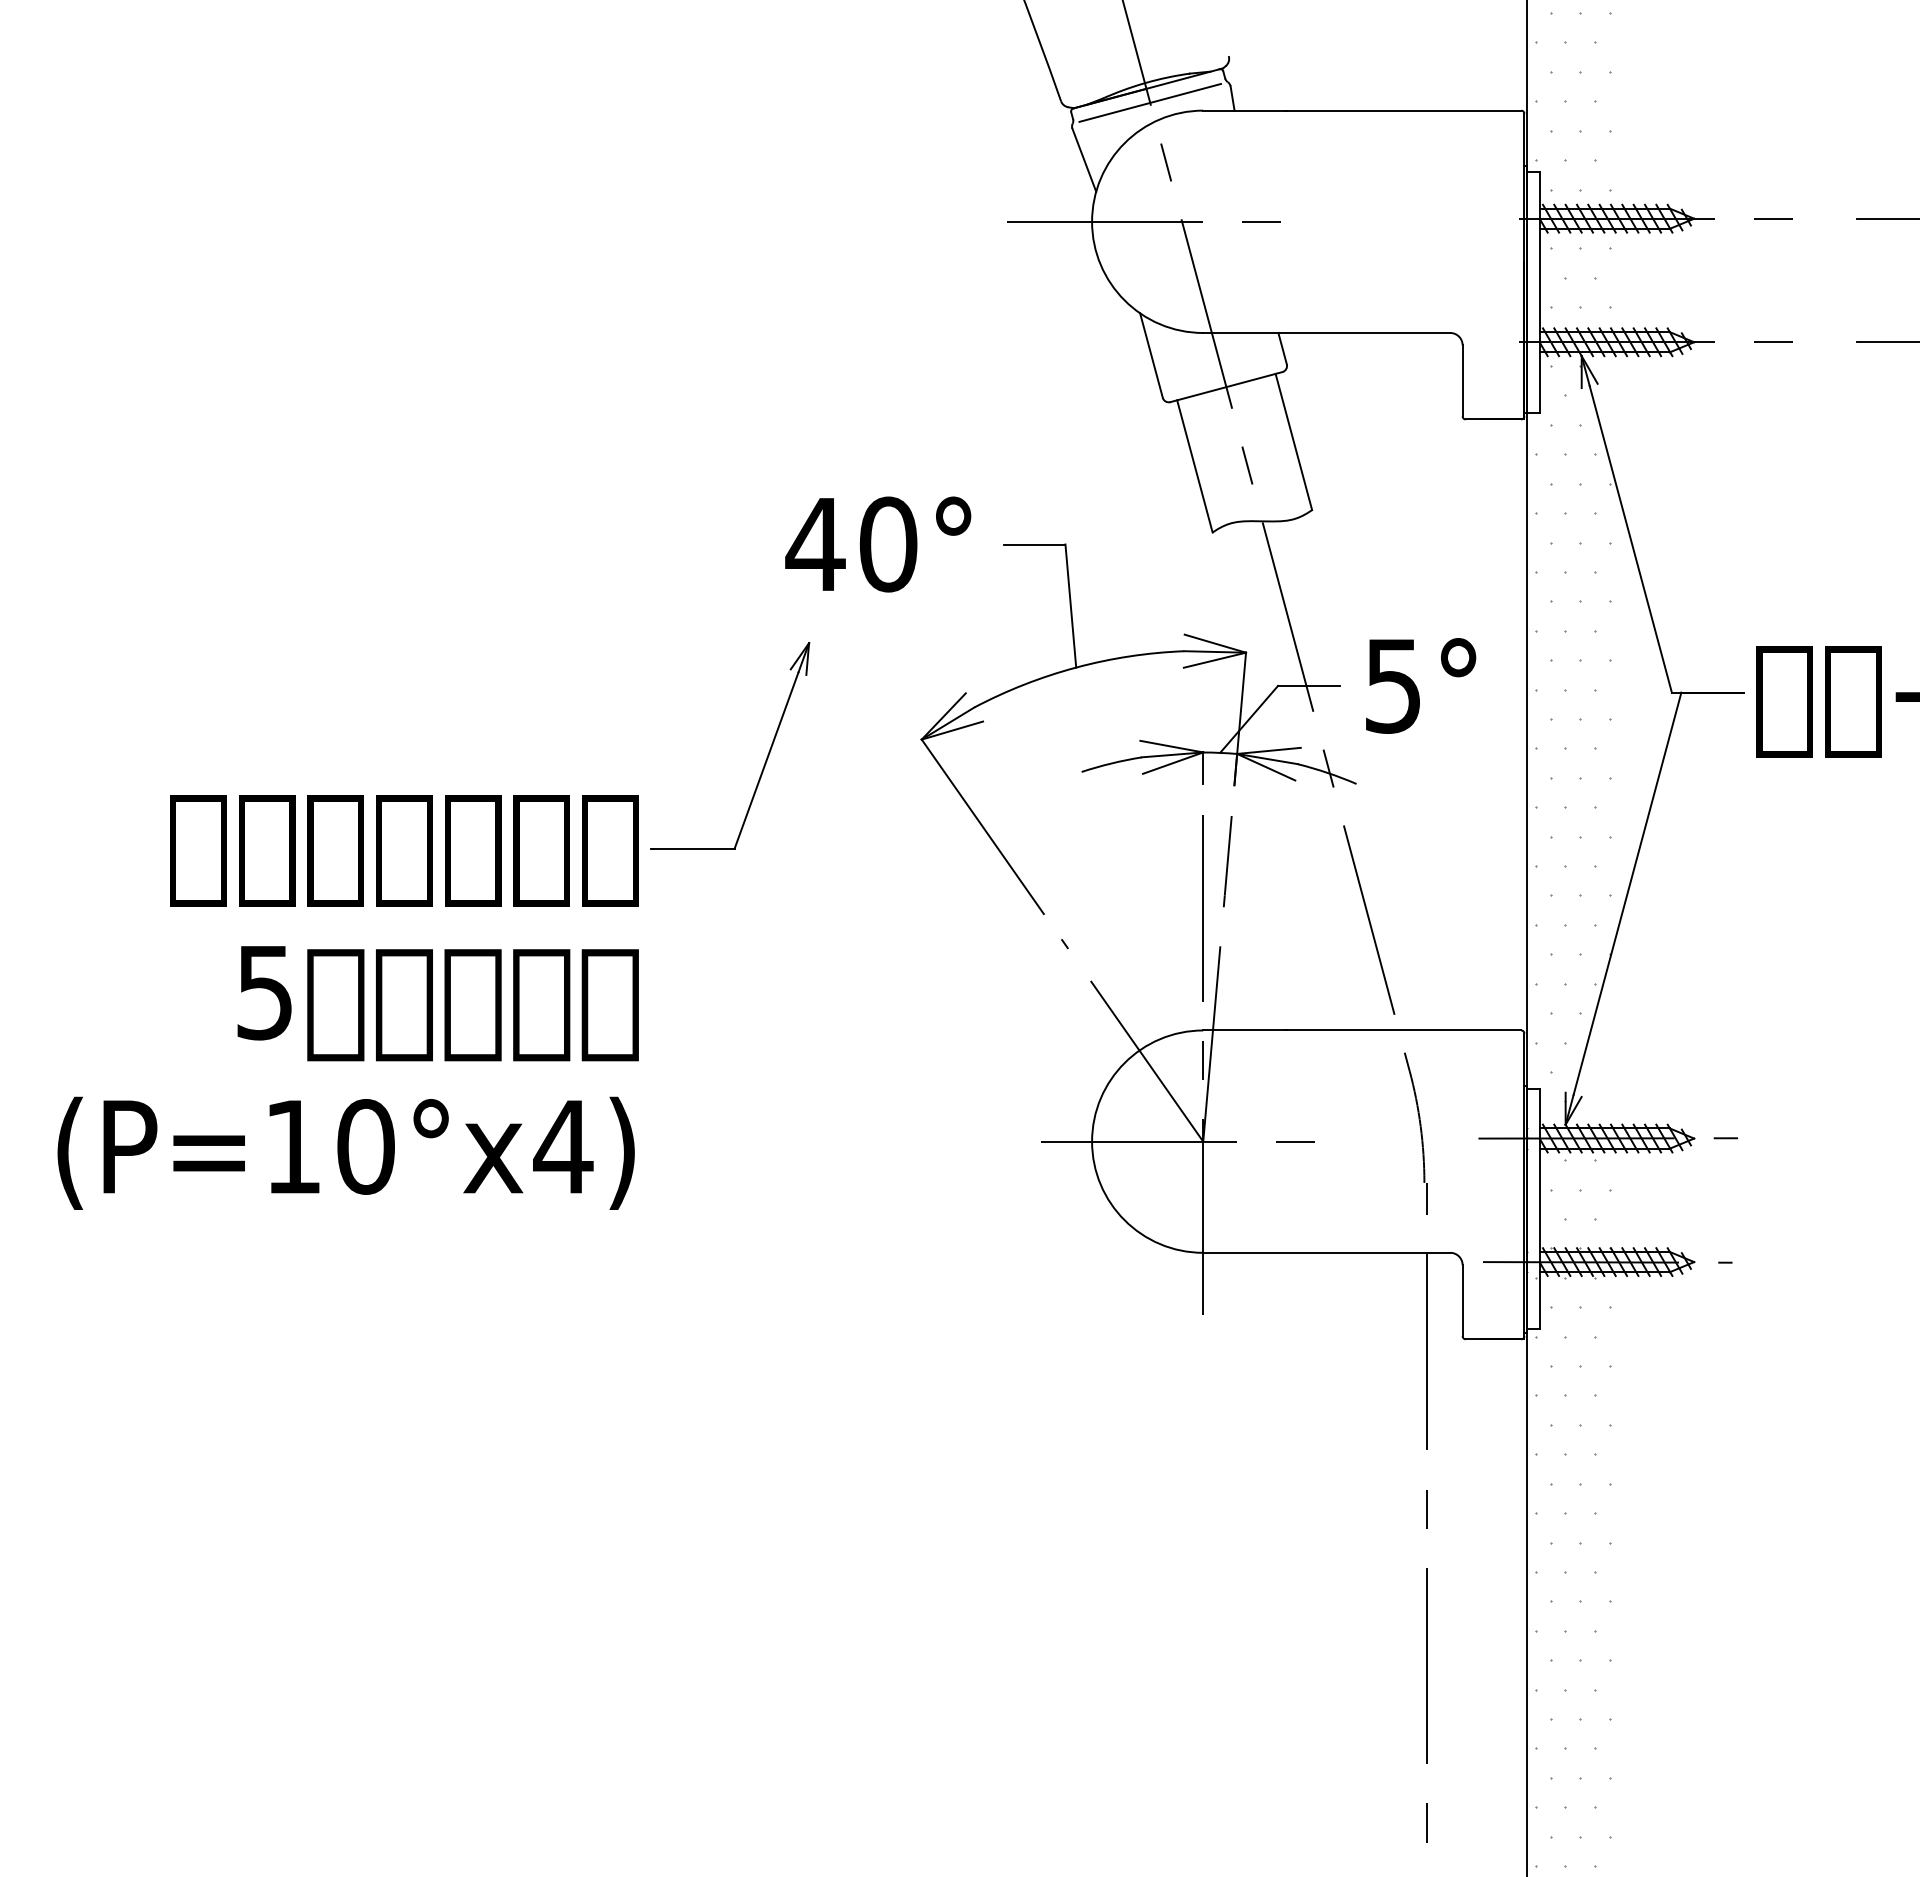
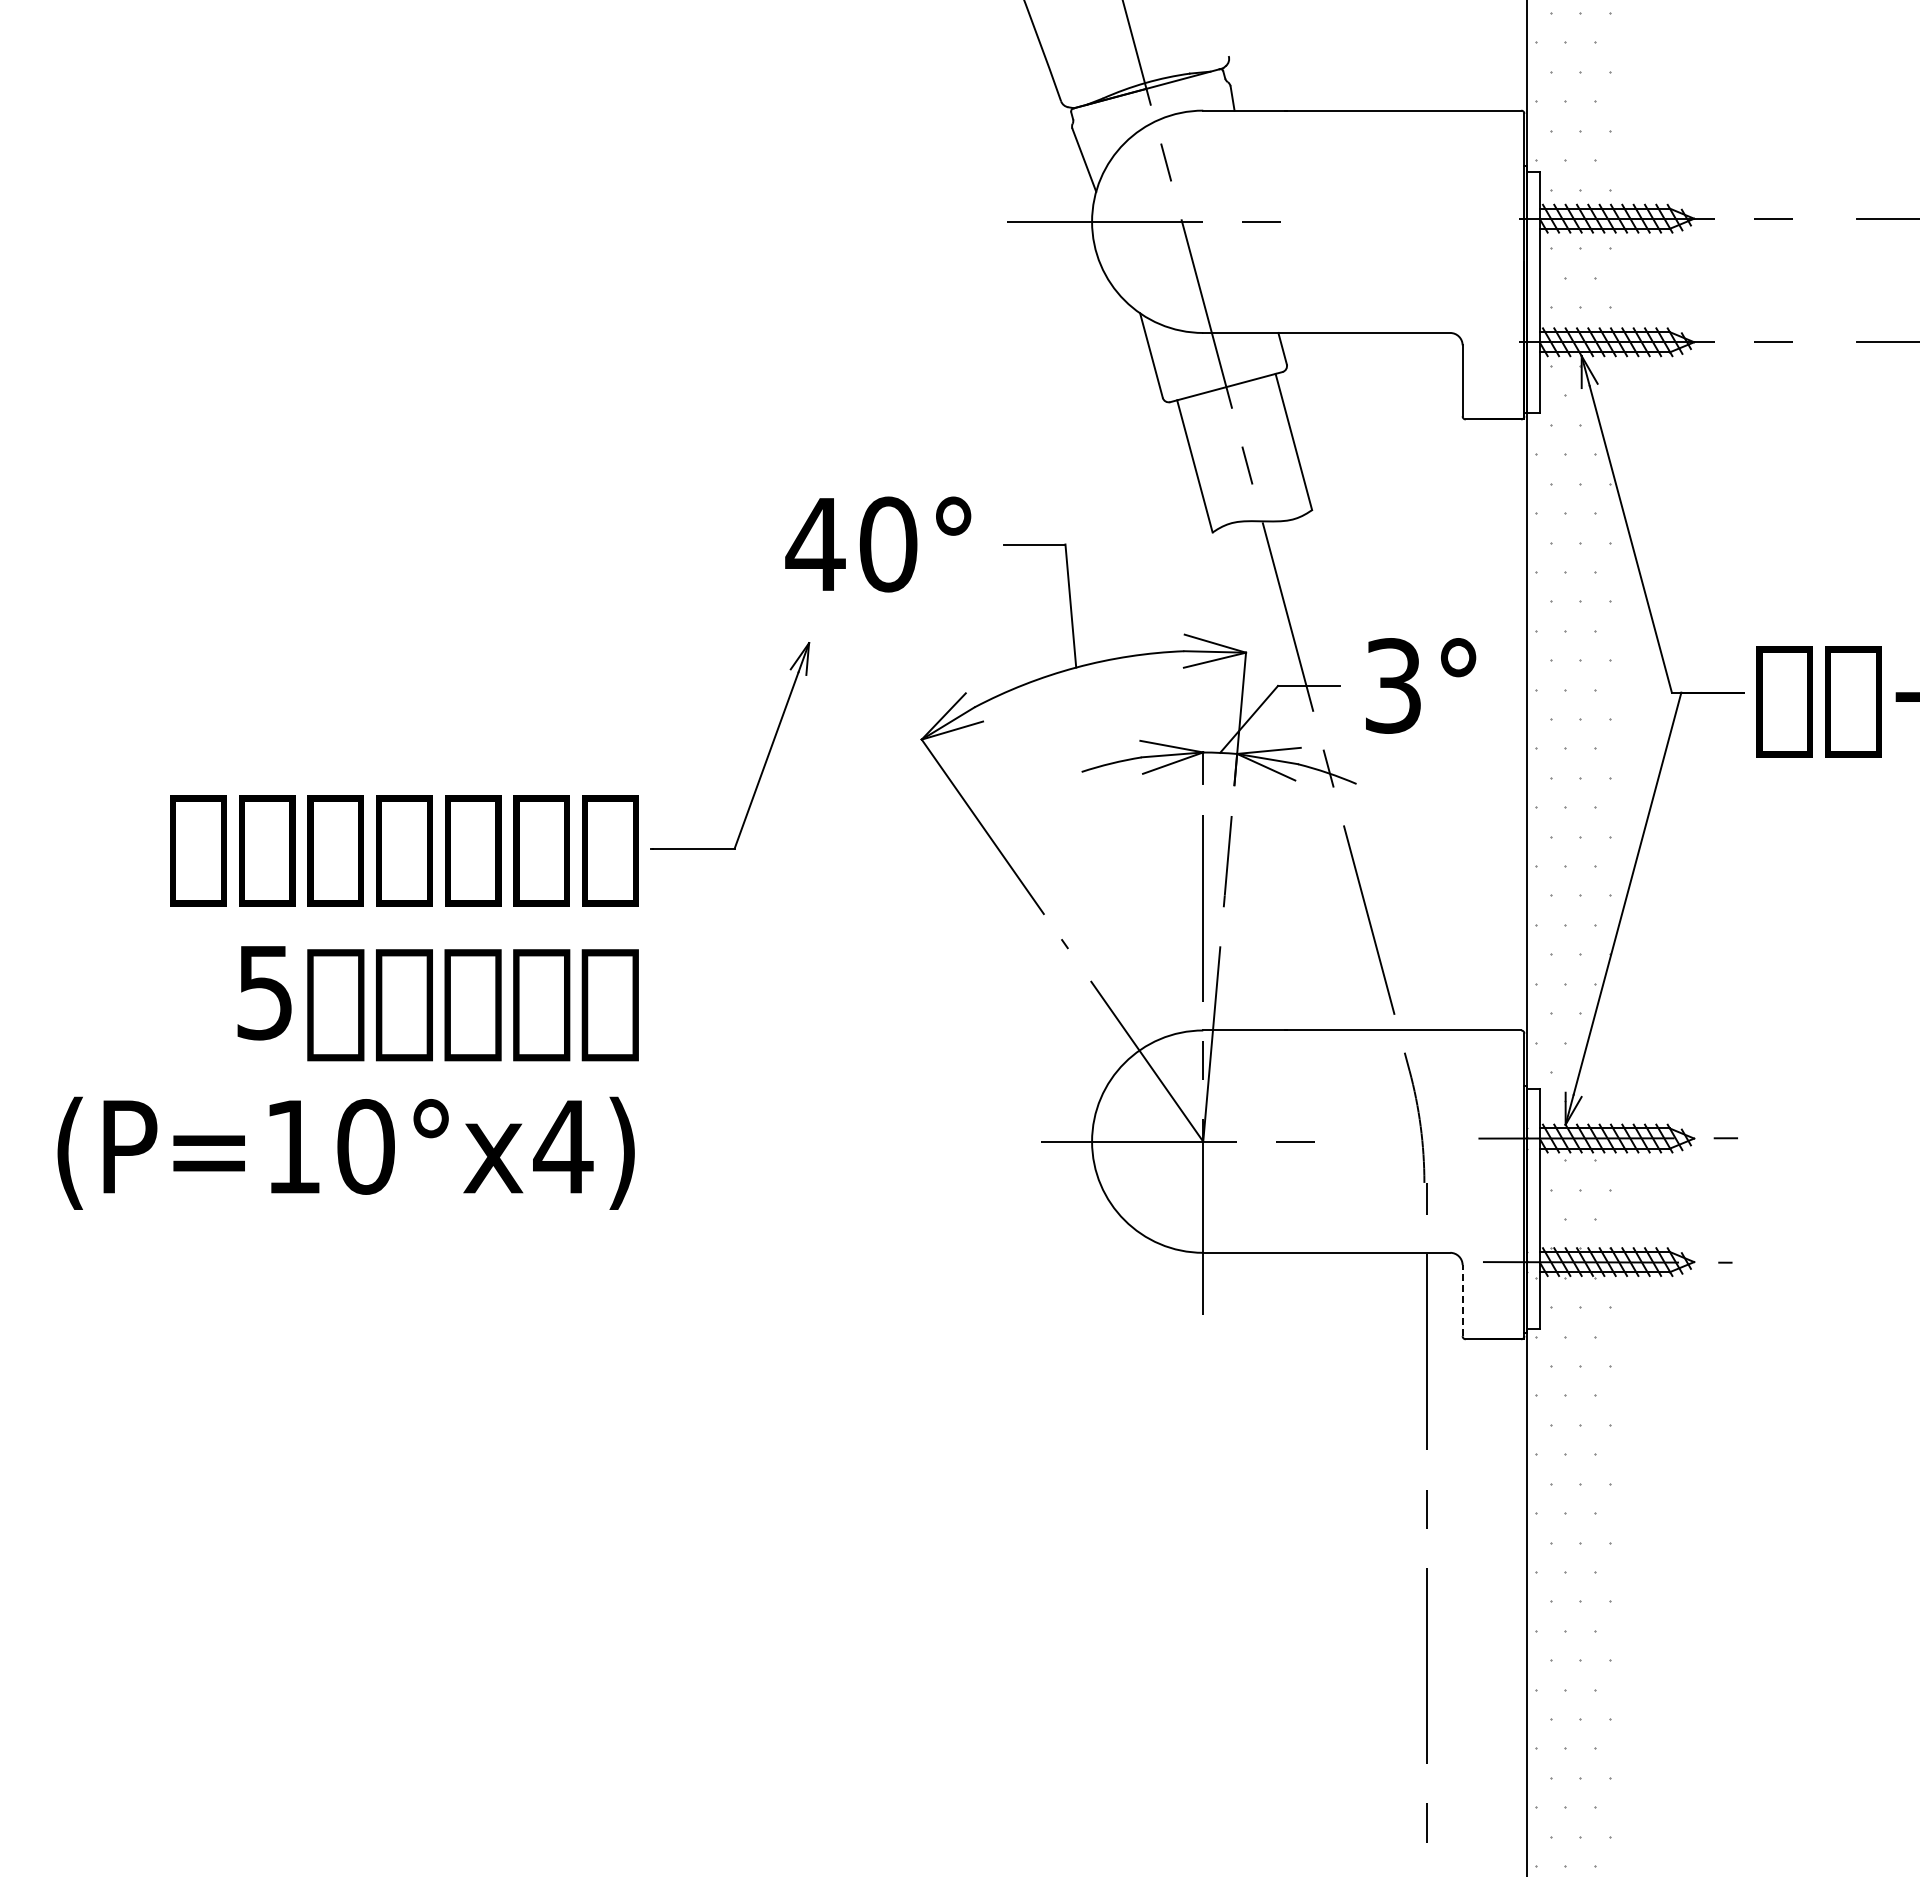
line at (1150, 102): present -> none
text at (1393, 685): 5° -> 3°
line at (1462, 1300): solid -> dashed
